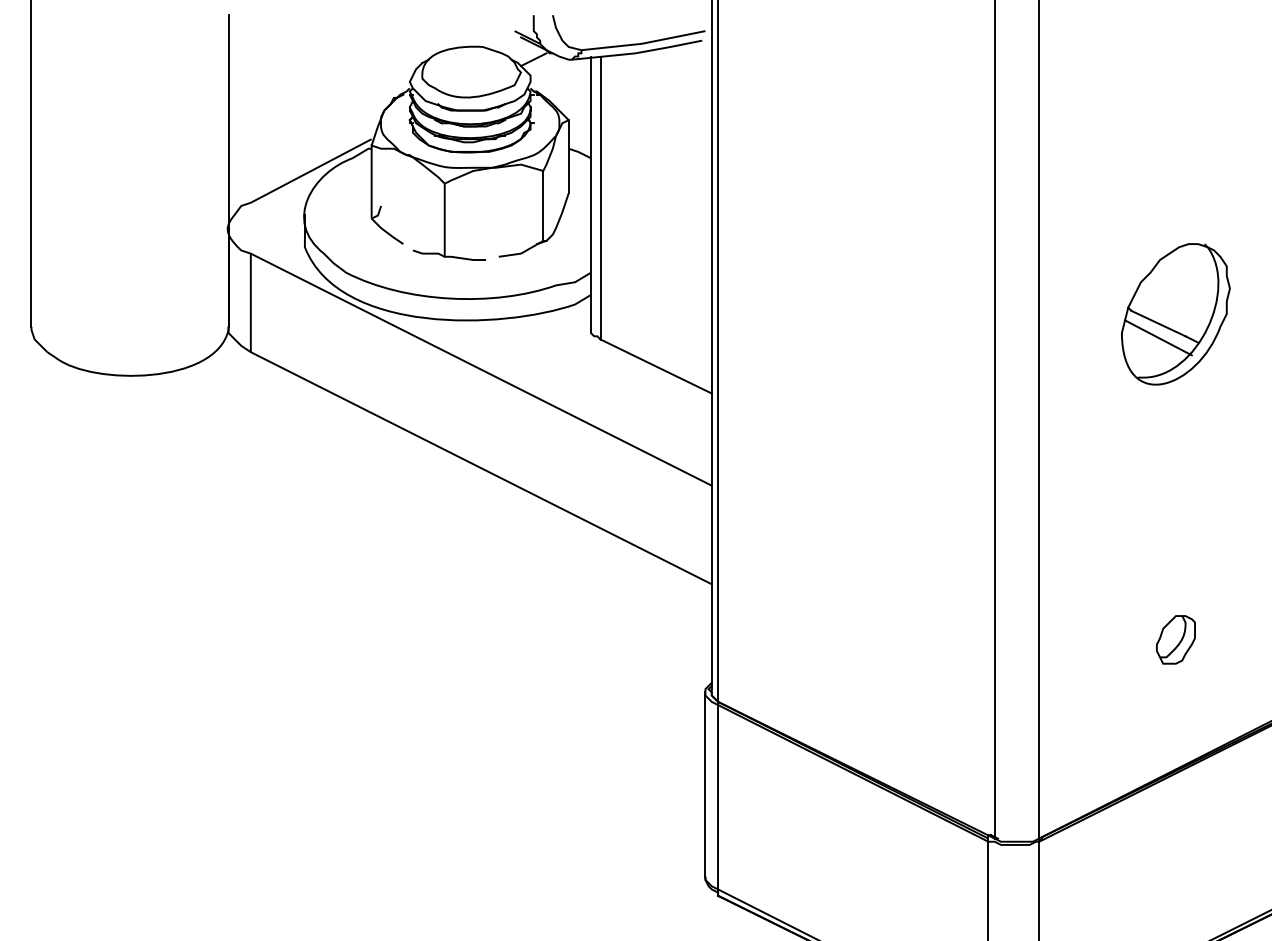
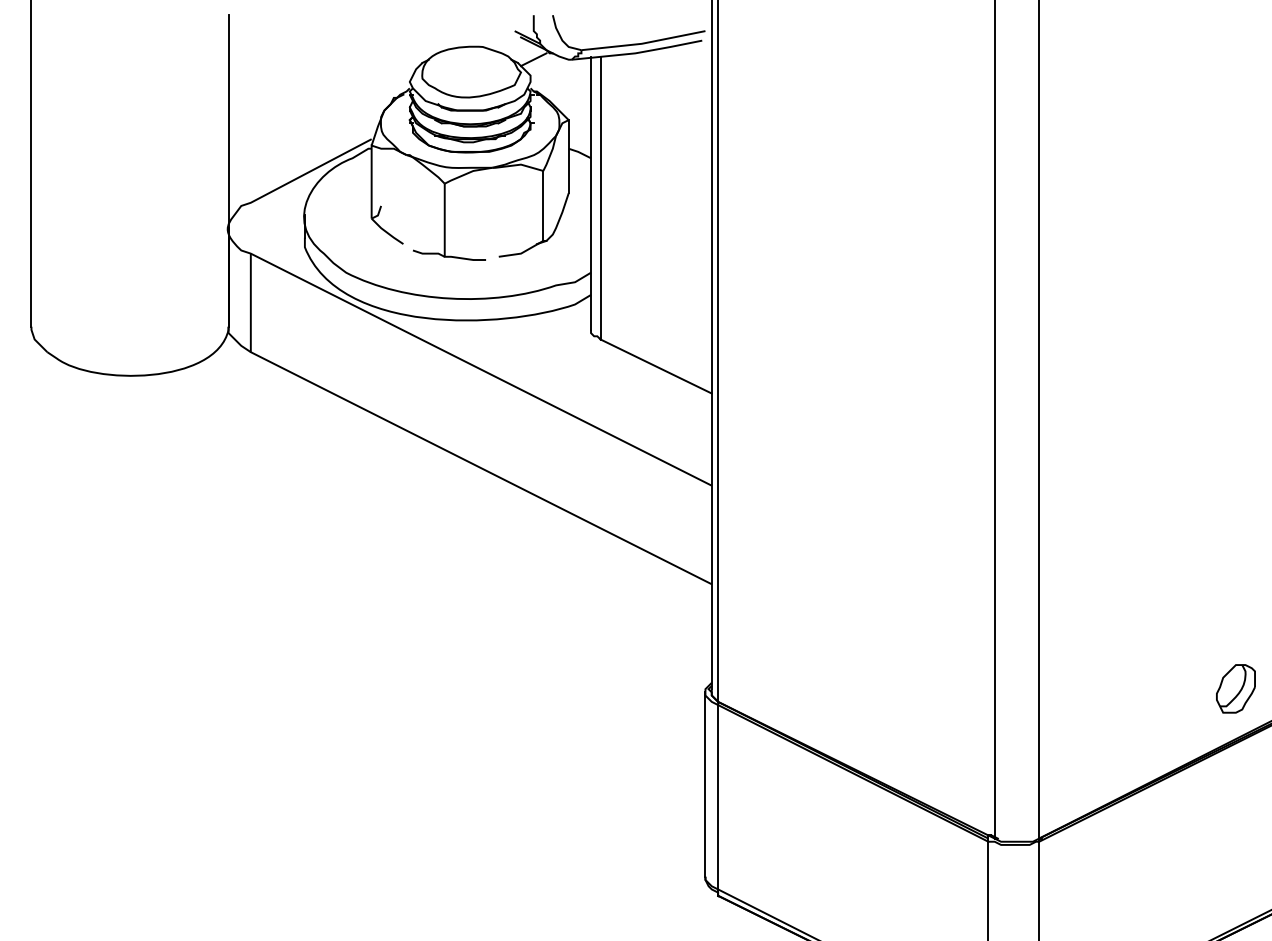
part at (1175, 314): present -> none
part at (1175, 639) position: (1175, 639) -> (1235, 688)
